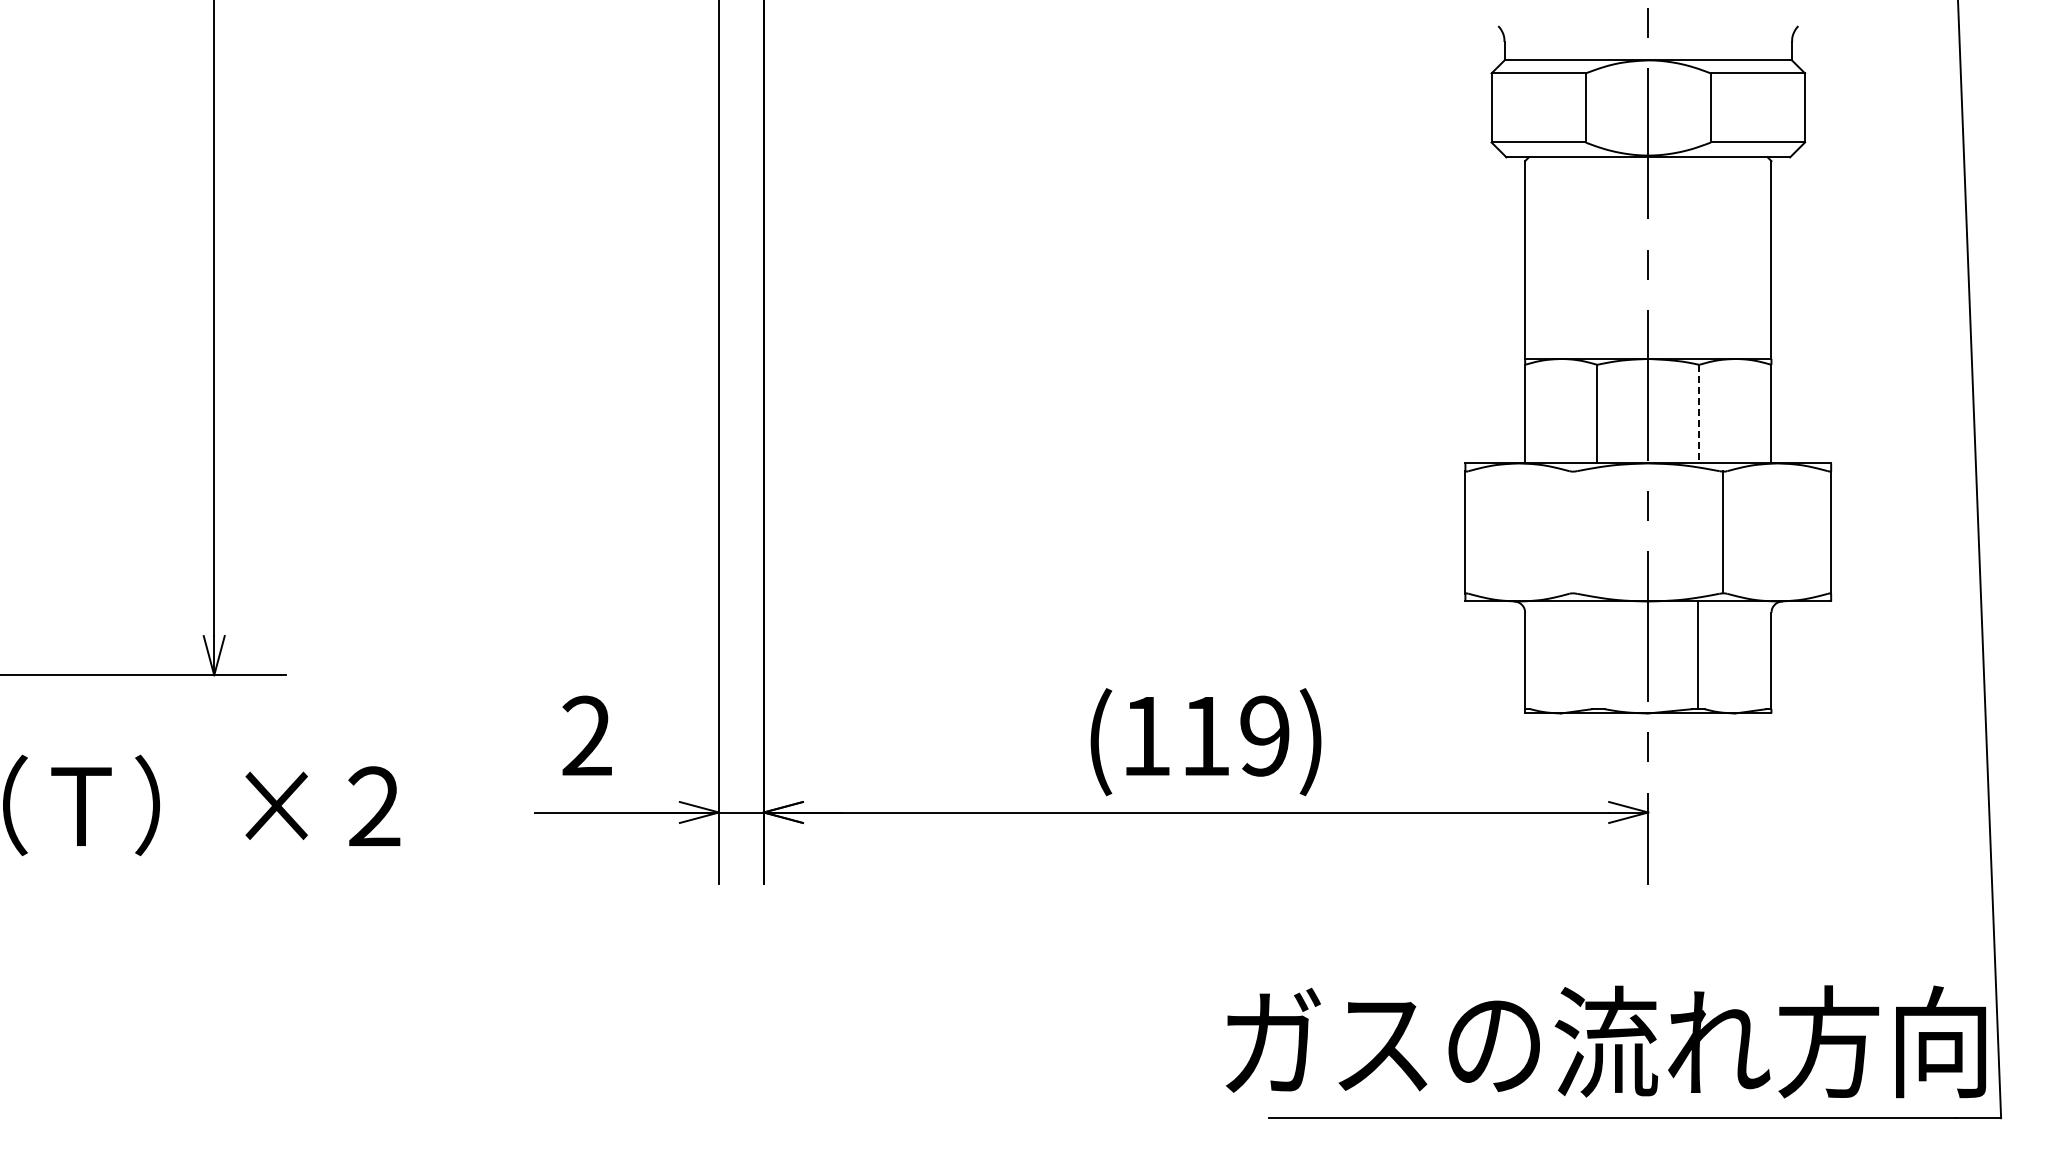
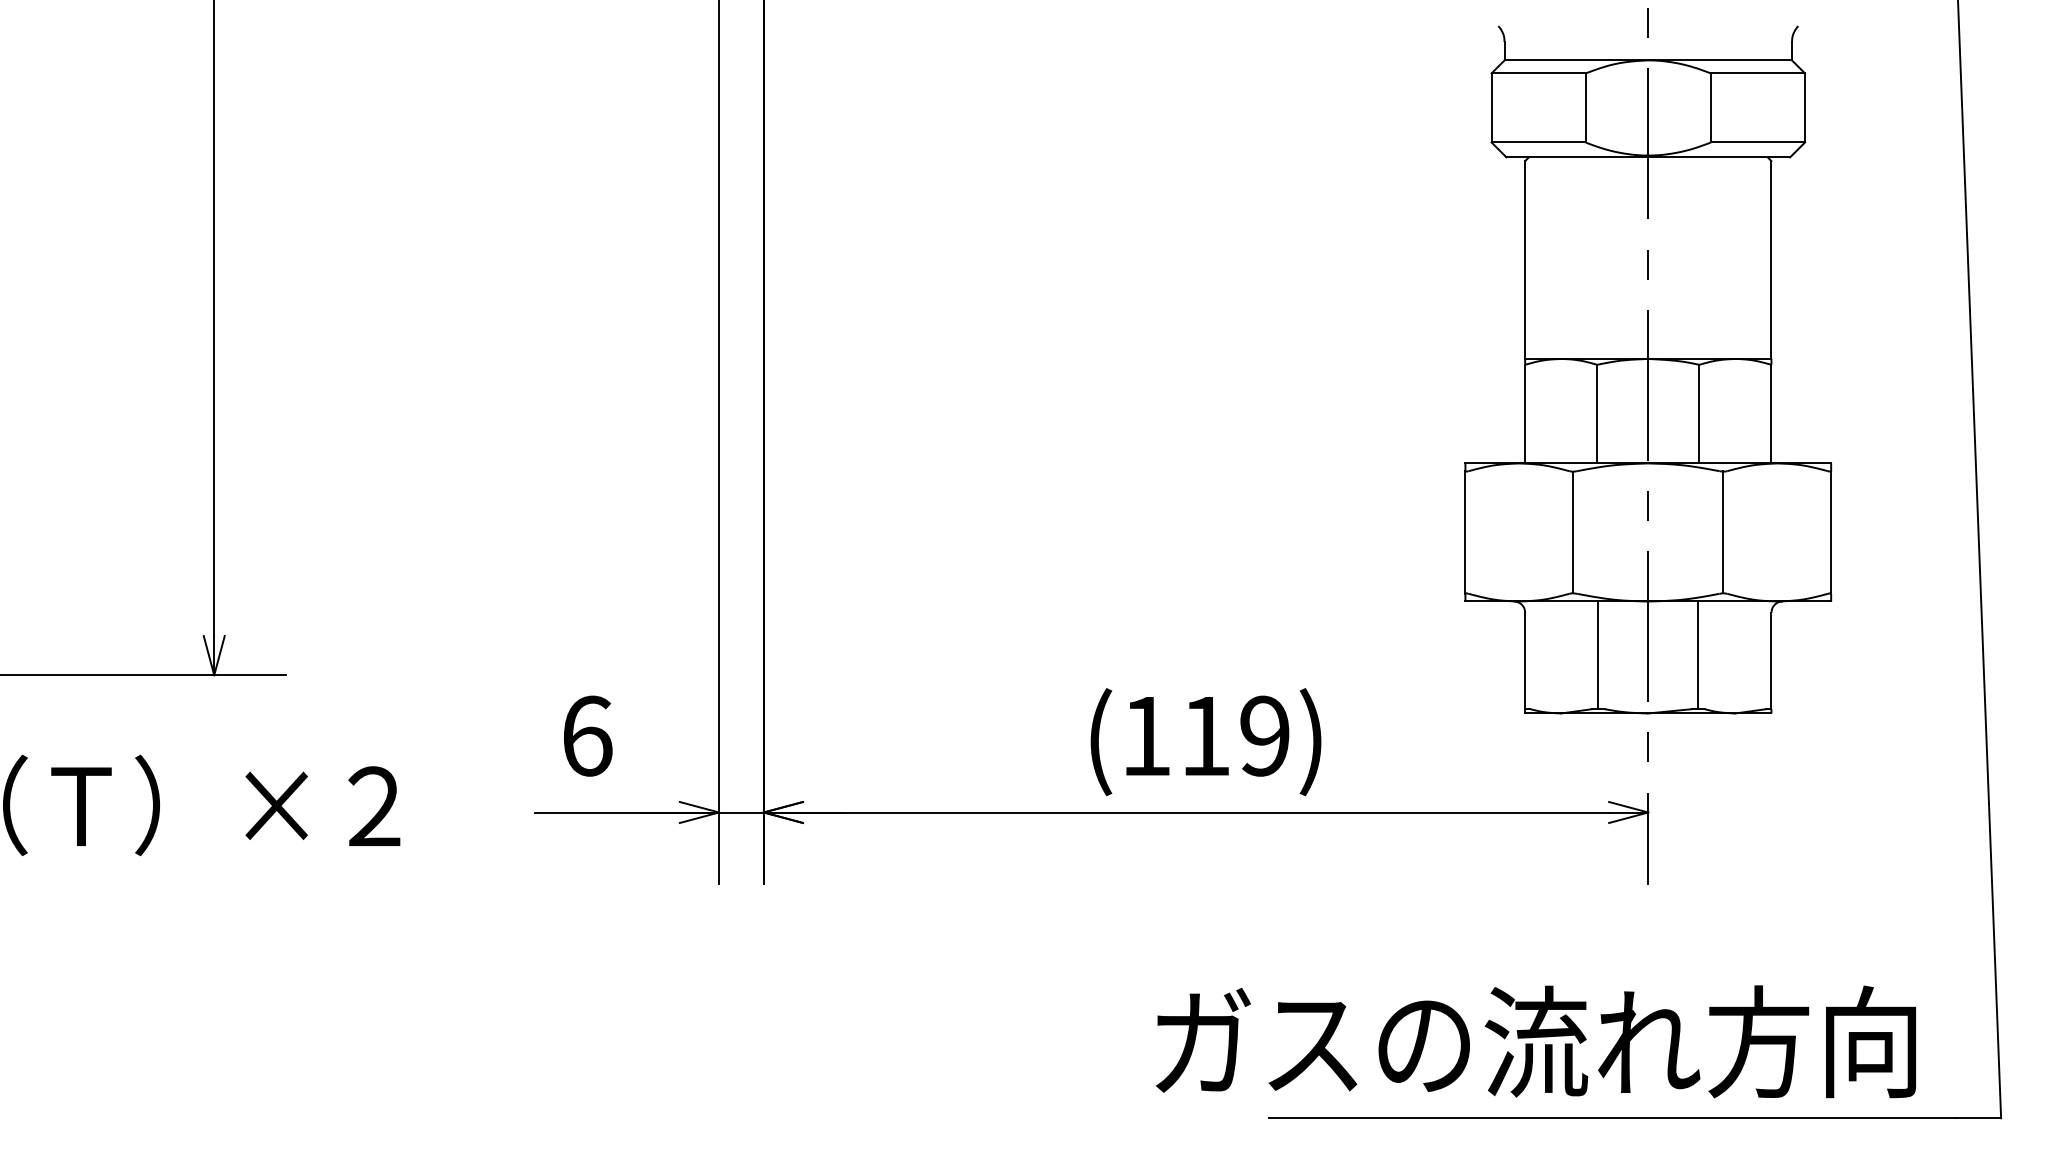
line at (1699, 414): dashed -> solid
line at (1573, 532): none -> present
line at (1598, 655): none -> present
text at (587, 735): 2 -> 6
text at (1605, 1041) position: (1605, 1041) -> (1535, 1041)
